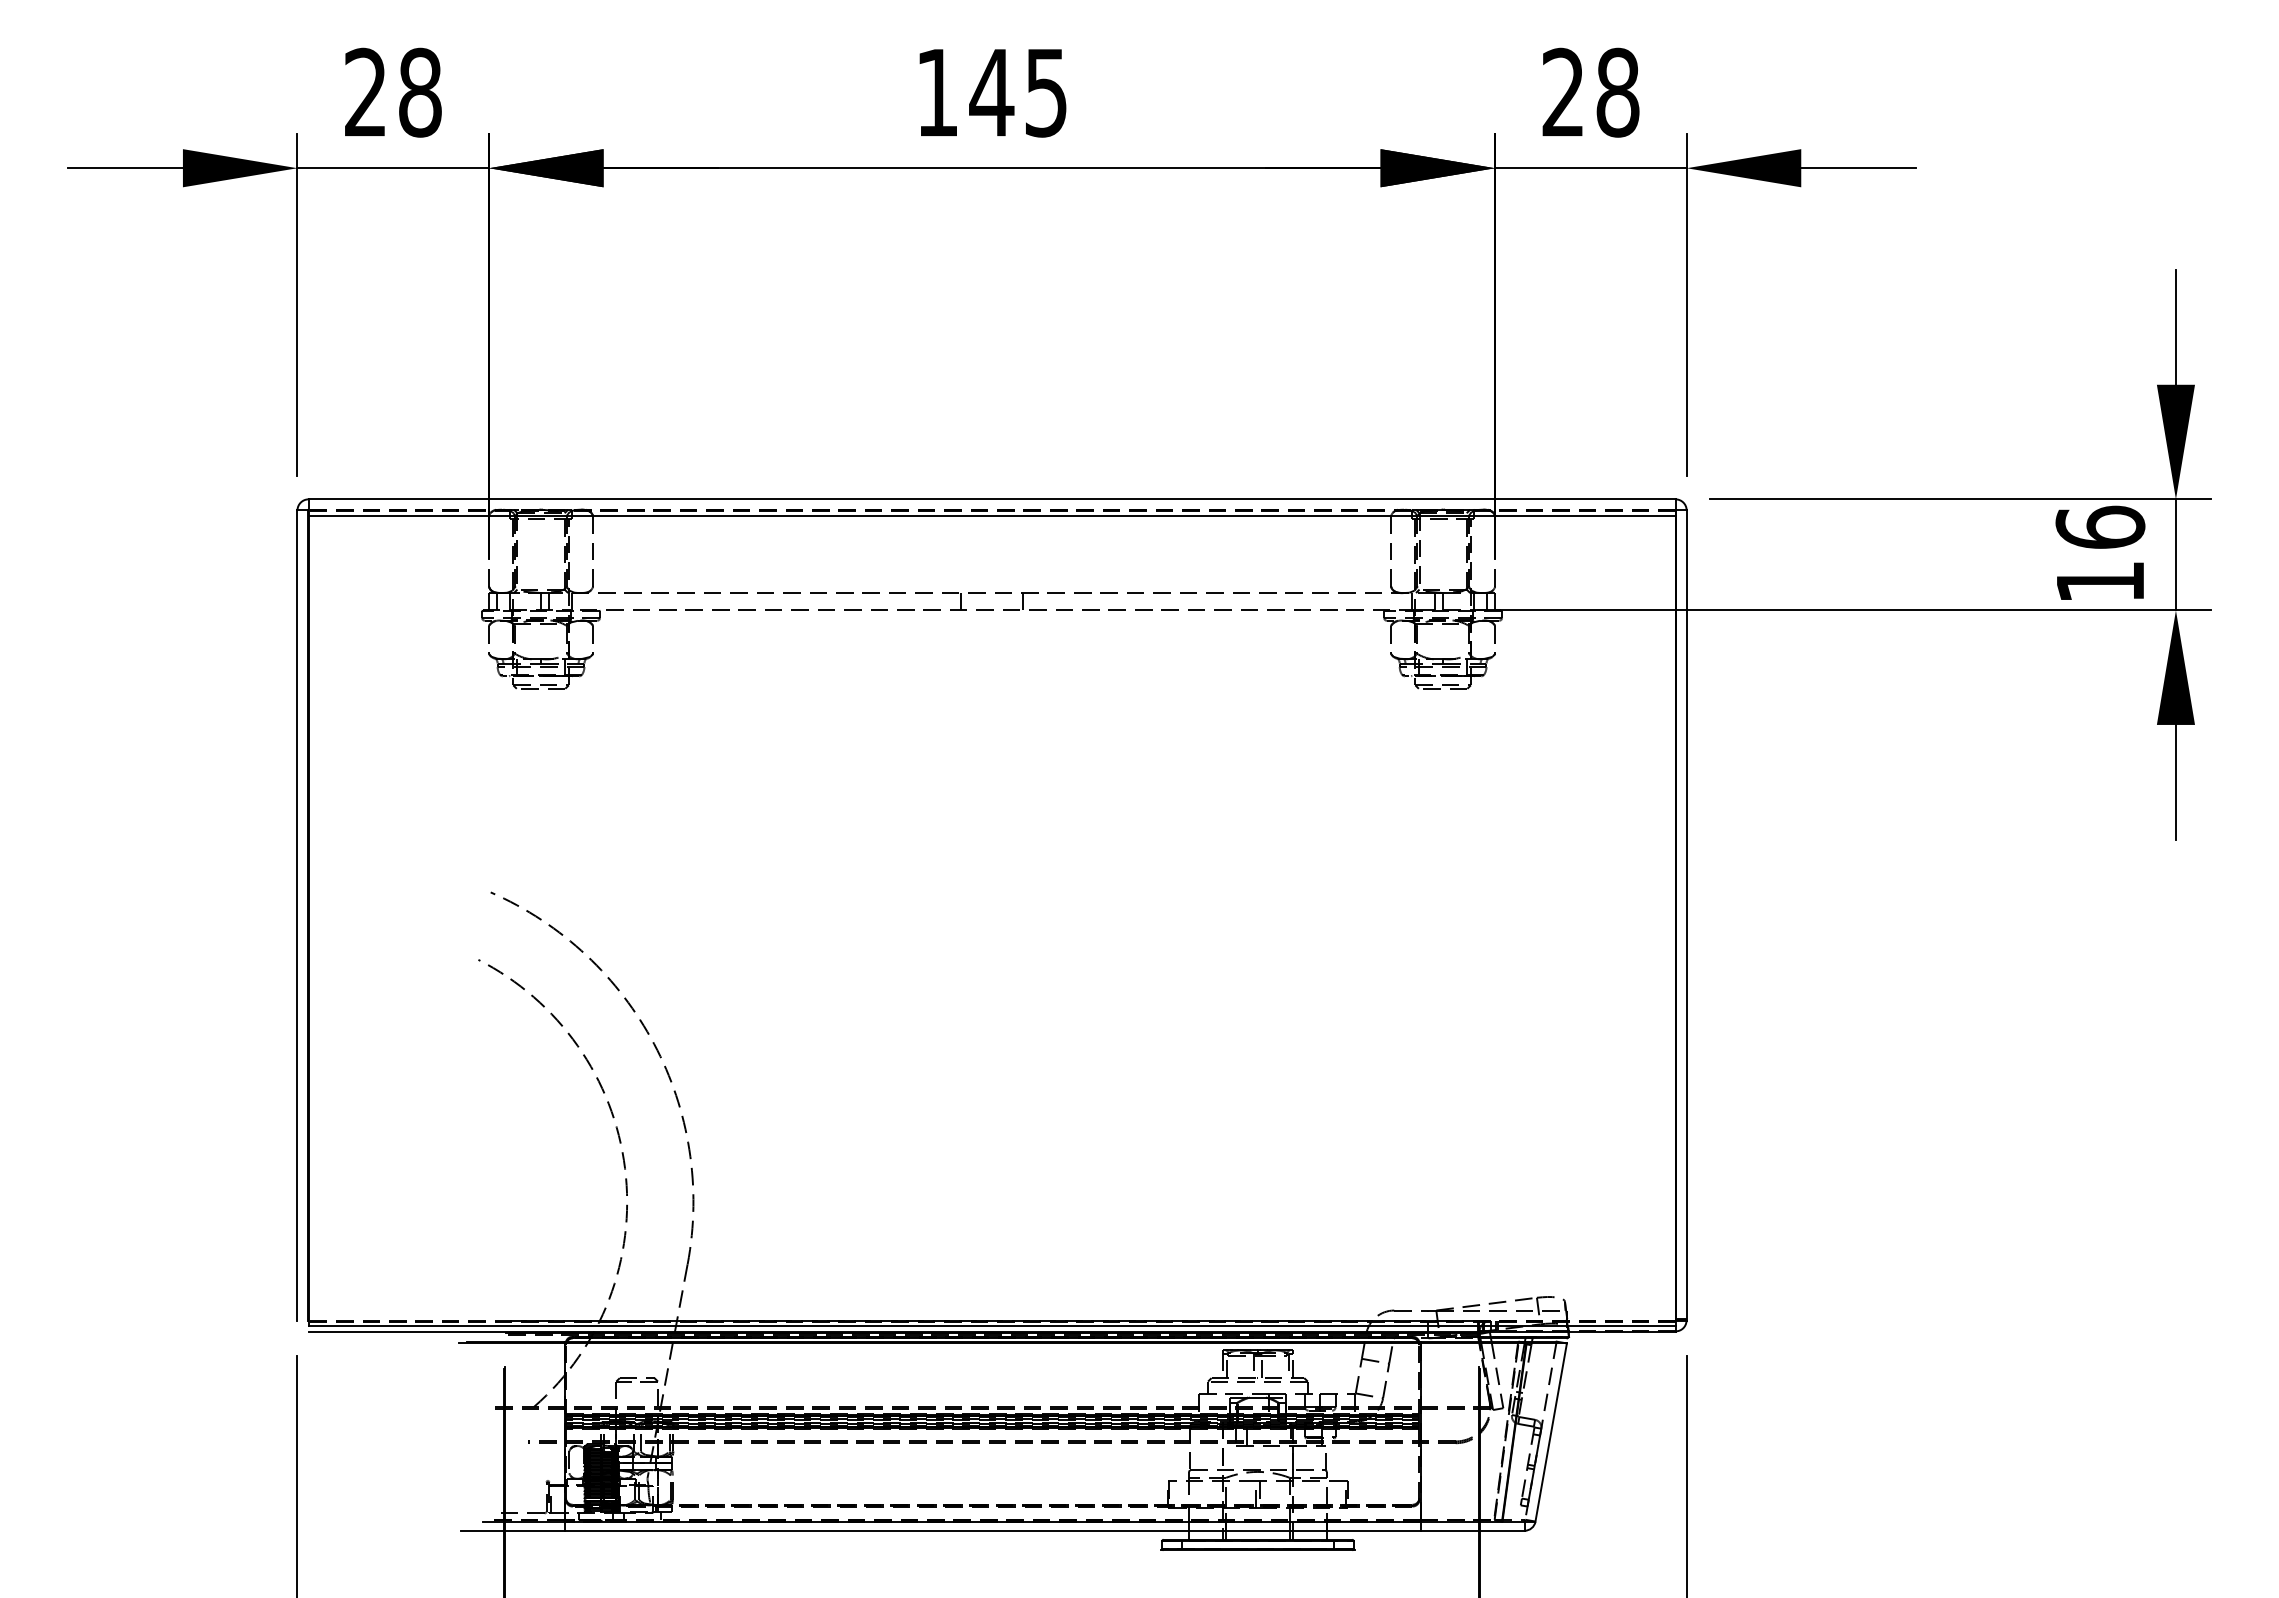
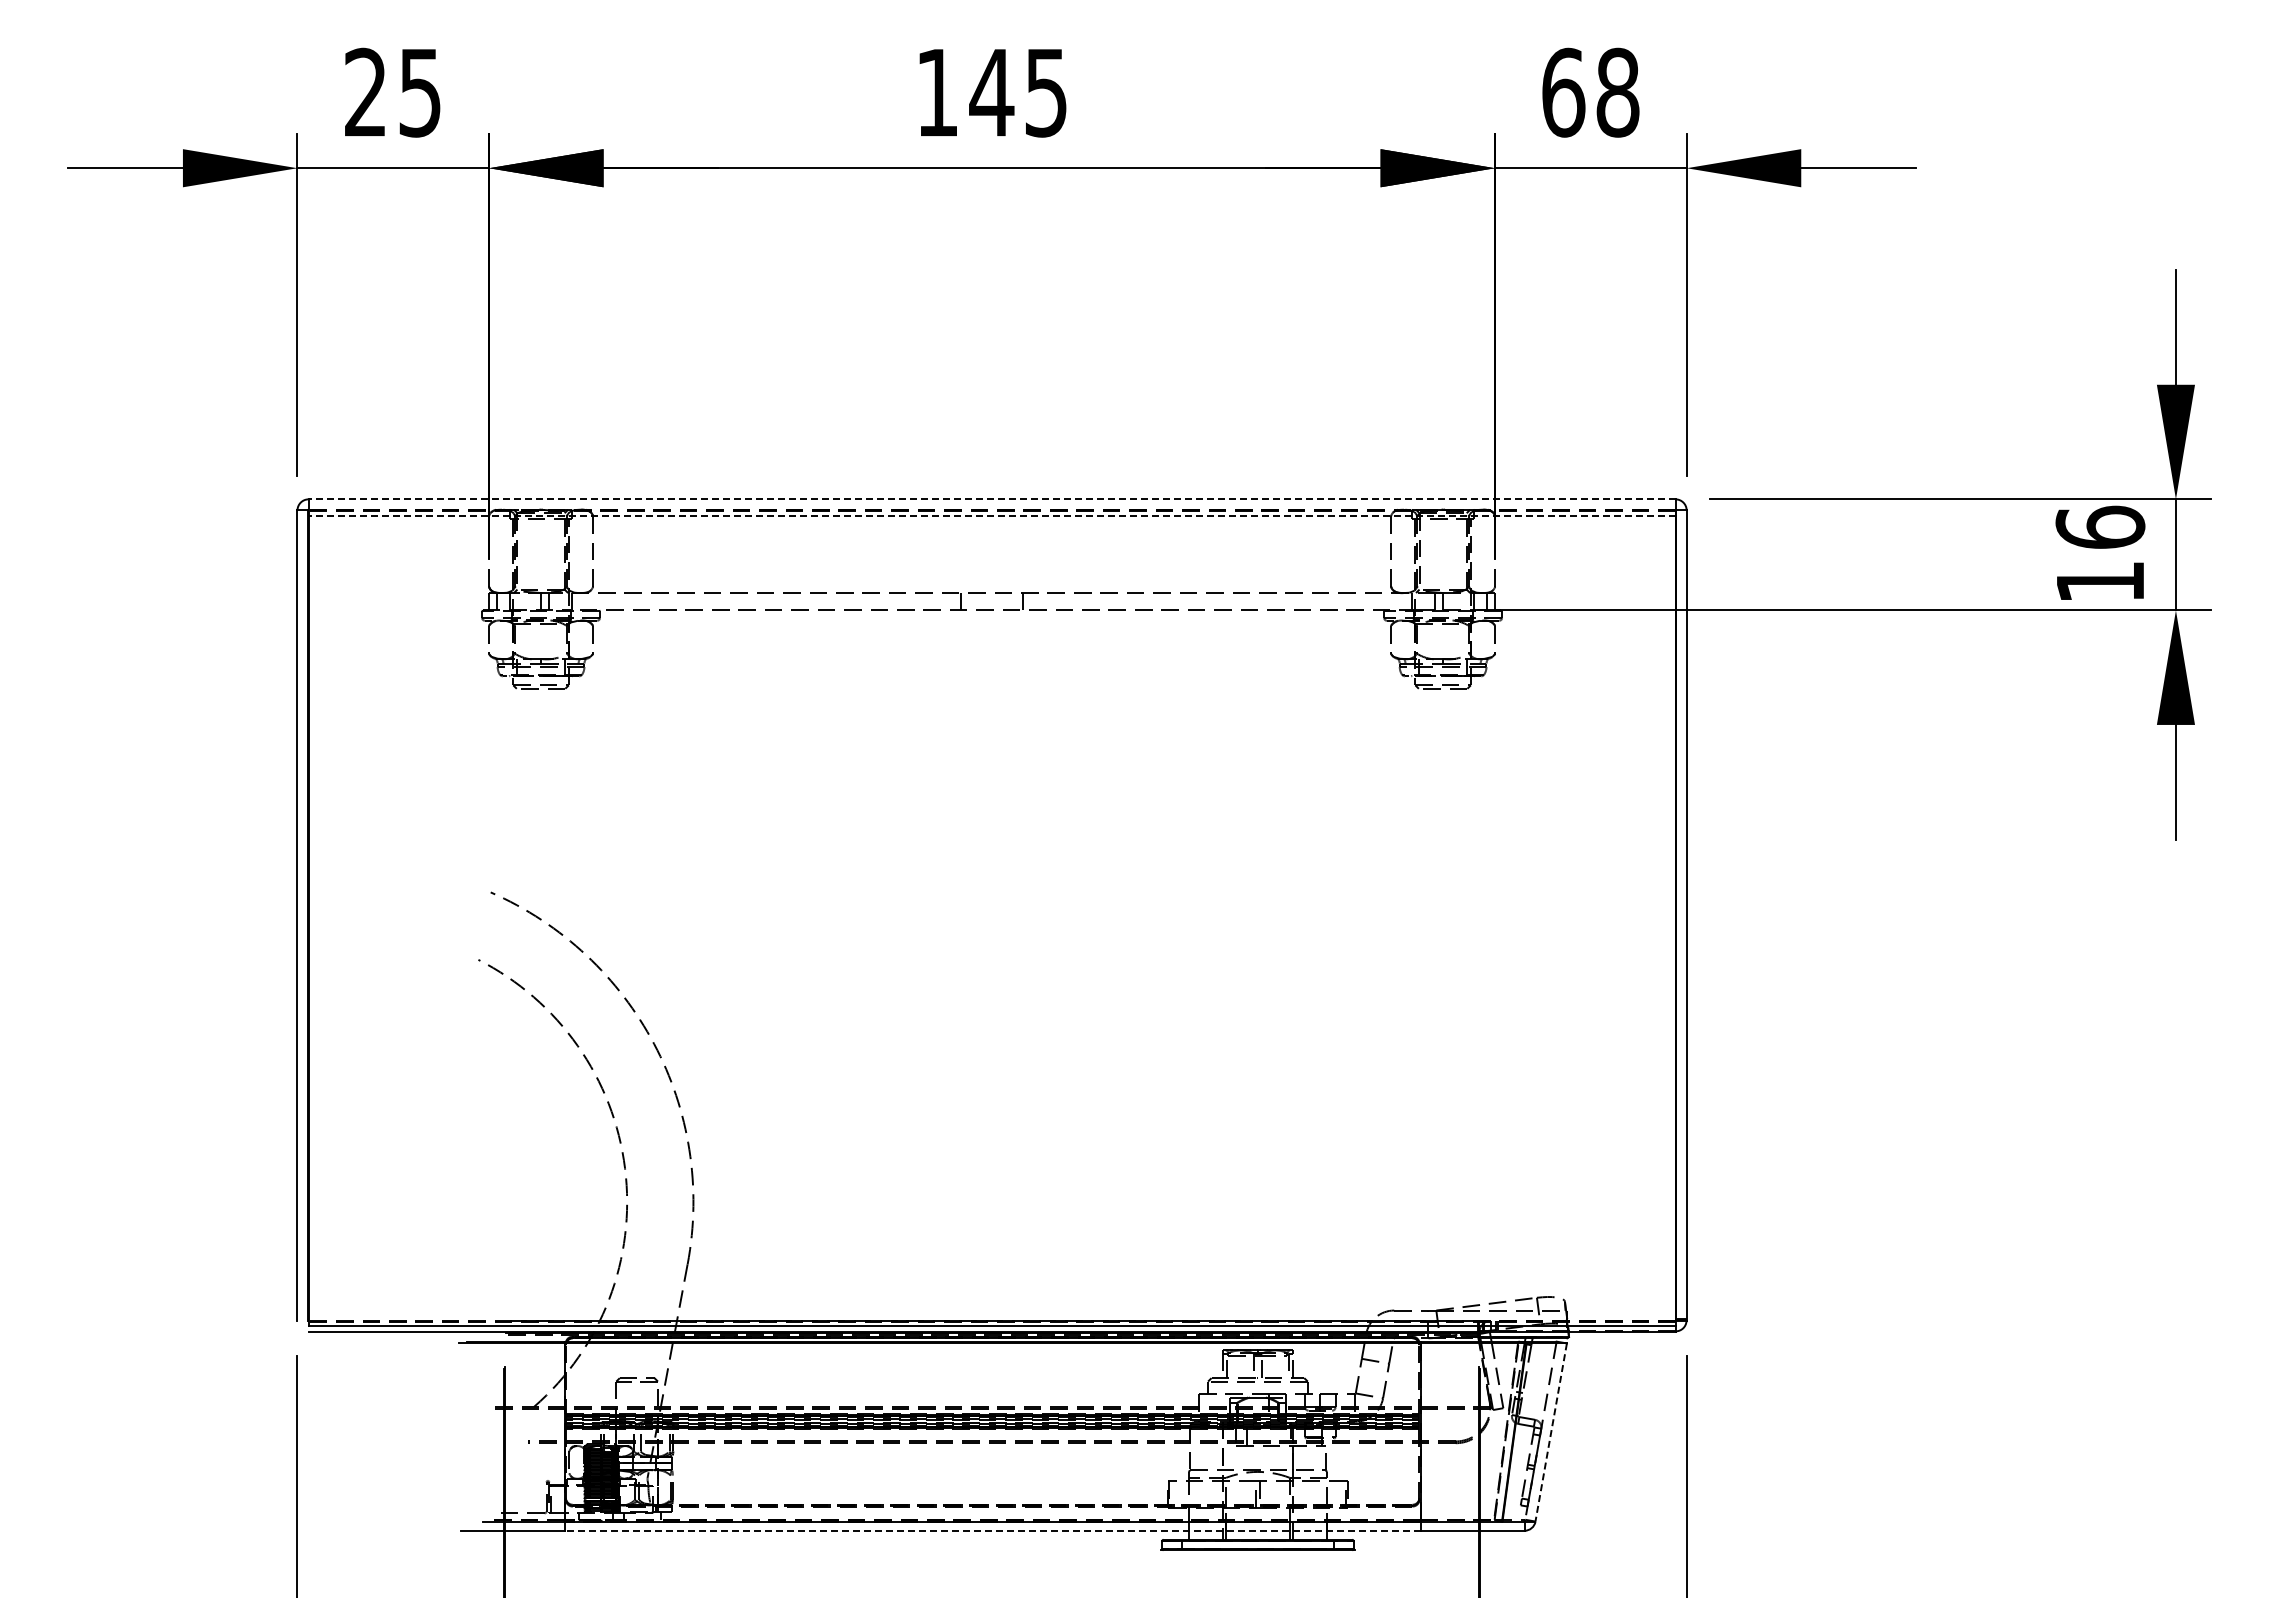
text at (420, 92): 28 -> 25
text at (1563, 92): 28 -> 68
line at (991, 499): solid -> dashed
line at (991, 516): solid -> dashed
line at (1551, 1432): solid -> dashed
line at (992, 1530): solid -> dashed
